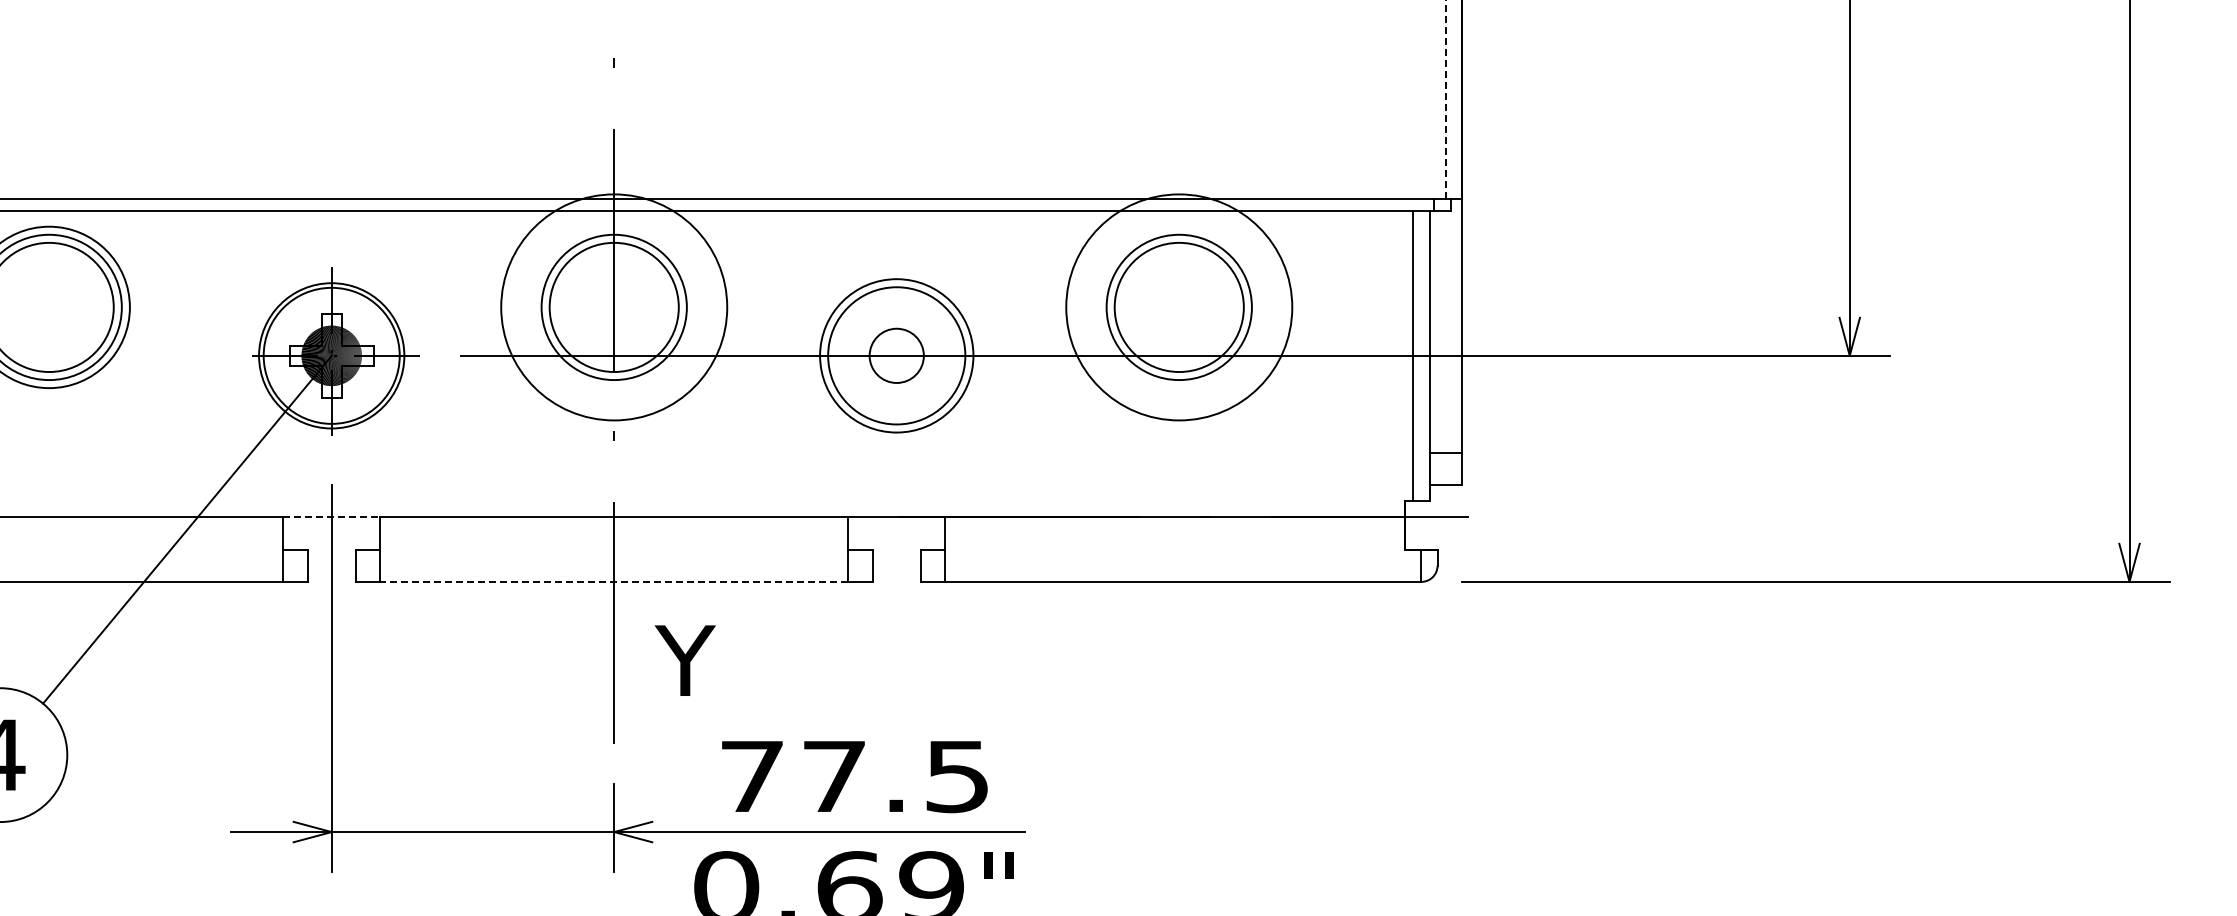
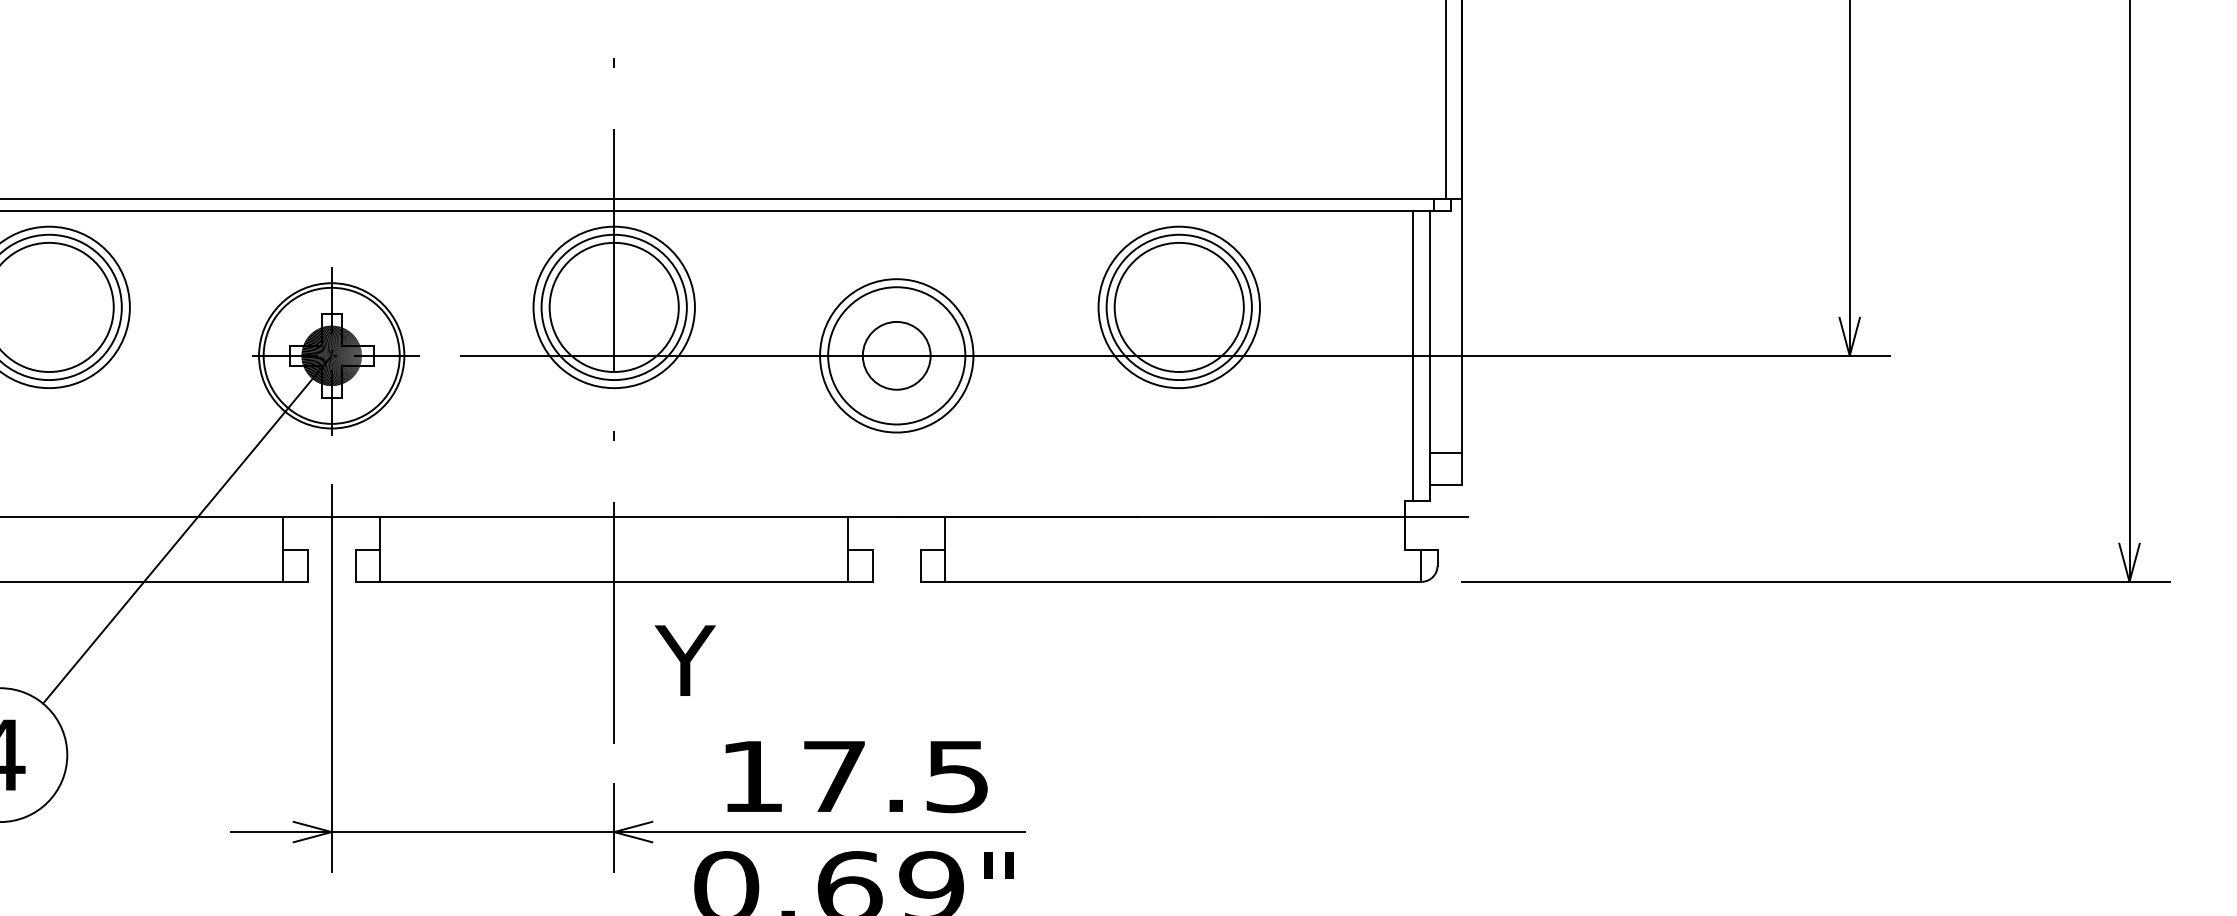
line at (1445, 99): dashed -> solid
circle at (614, 307) diameter: 226 px -> 161 px
circle at (1179, 307) diameter: 226 px -> 161 px
circle at (896, 355) diameter: 54 px -> 68 px
line at (332, 517): dashed -> solid
line at (613, 581): dashed -> solid
text at (752, 776): 77.5 -> 17.5
